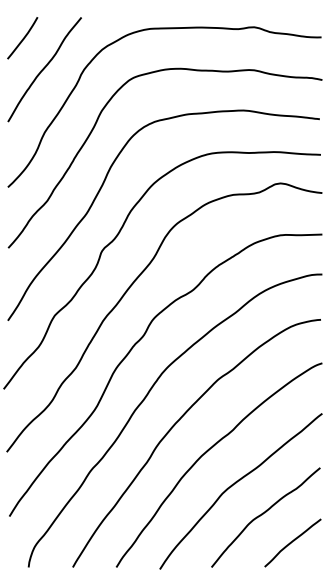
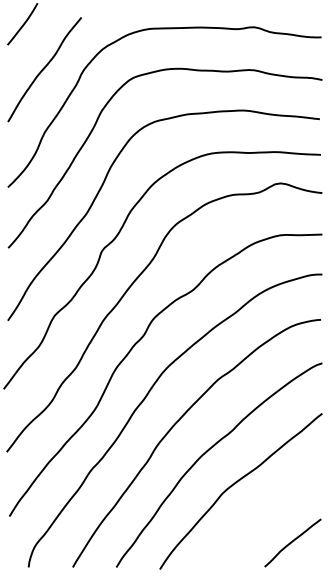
curve at (22, 38) position: (22, 38) -> (22, 24)
curve at (263, 514): present -> none
